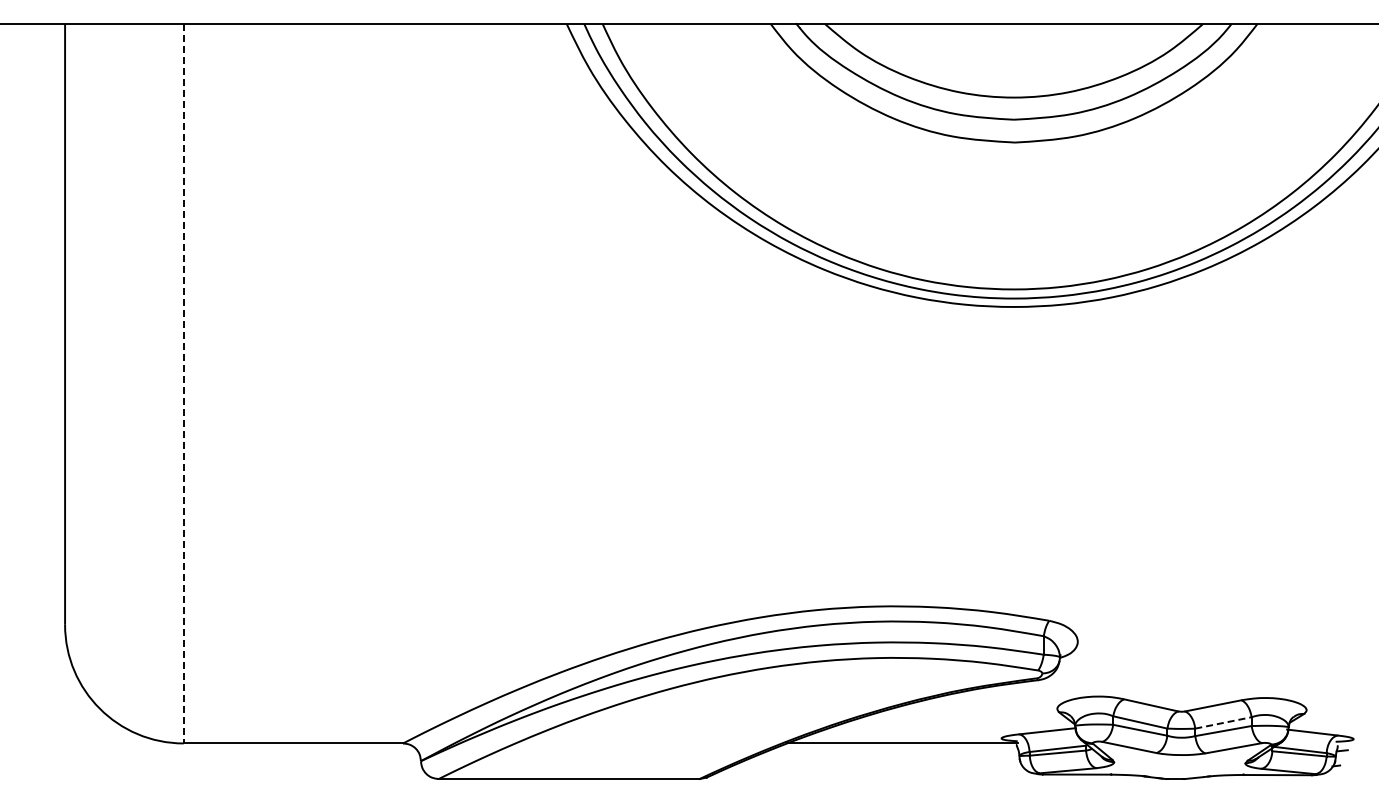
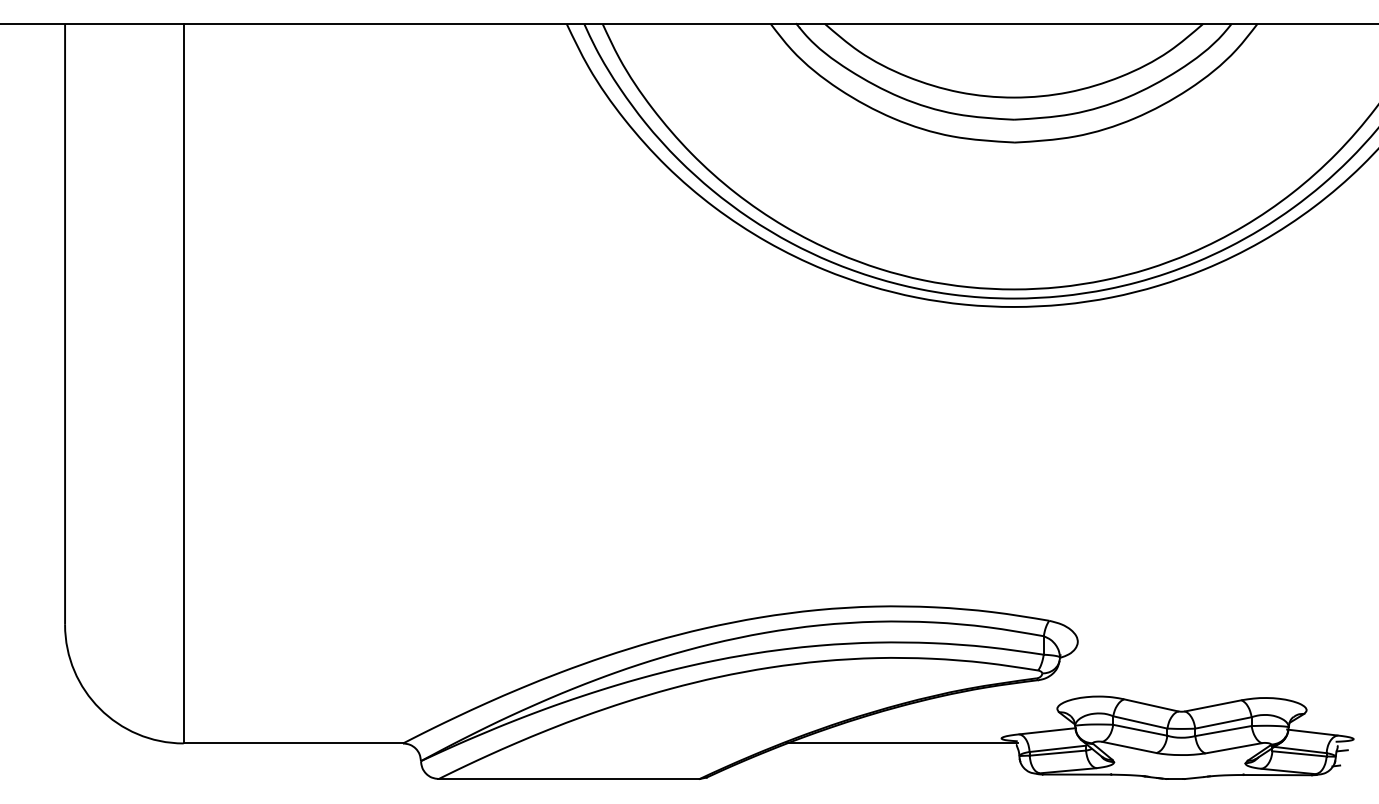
line at (183, 383): dashed -> solid
line at (1223, 722): dashed -> solid
